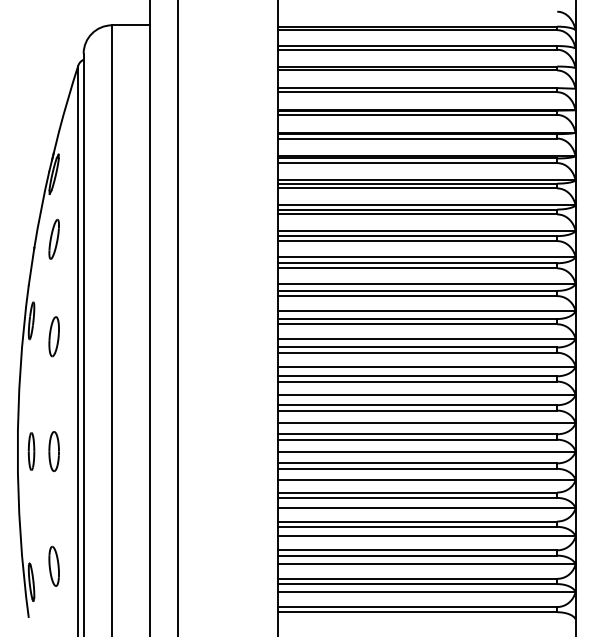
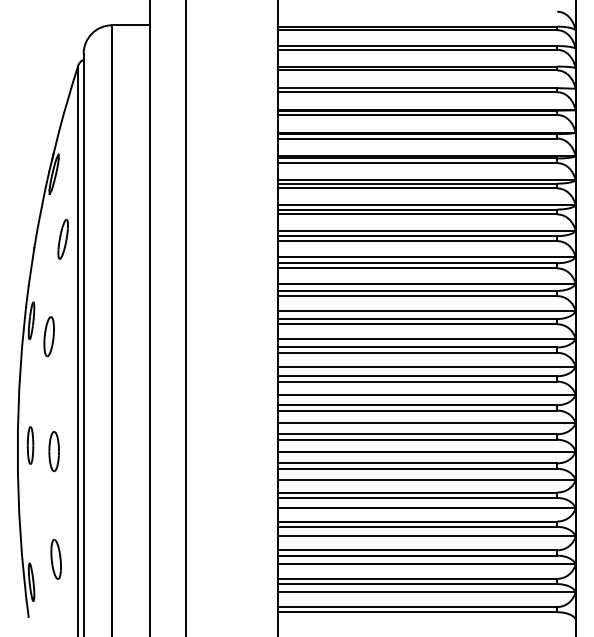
part at (53, 238) position: (53, 238) -> (62, 238)
line at (178, 317) position: (178, 317) -> (186, 317)
part at (53, 336) position: (53, 336) -> (48, 336)
part at (31, 451) position: (31, 451) -> (30, 445)
part at (53, 565) position: (53, 565) -> (55, 558)
